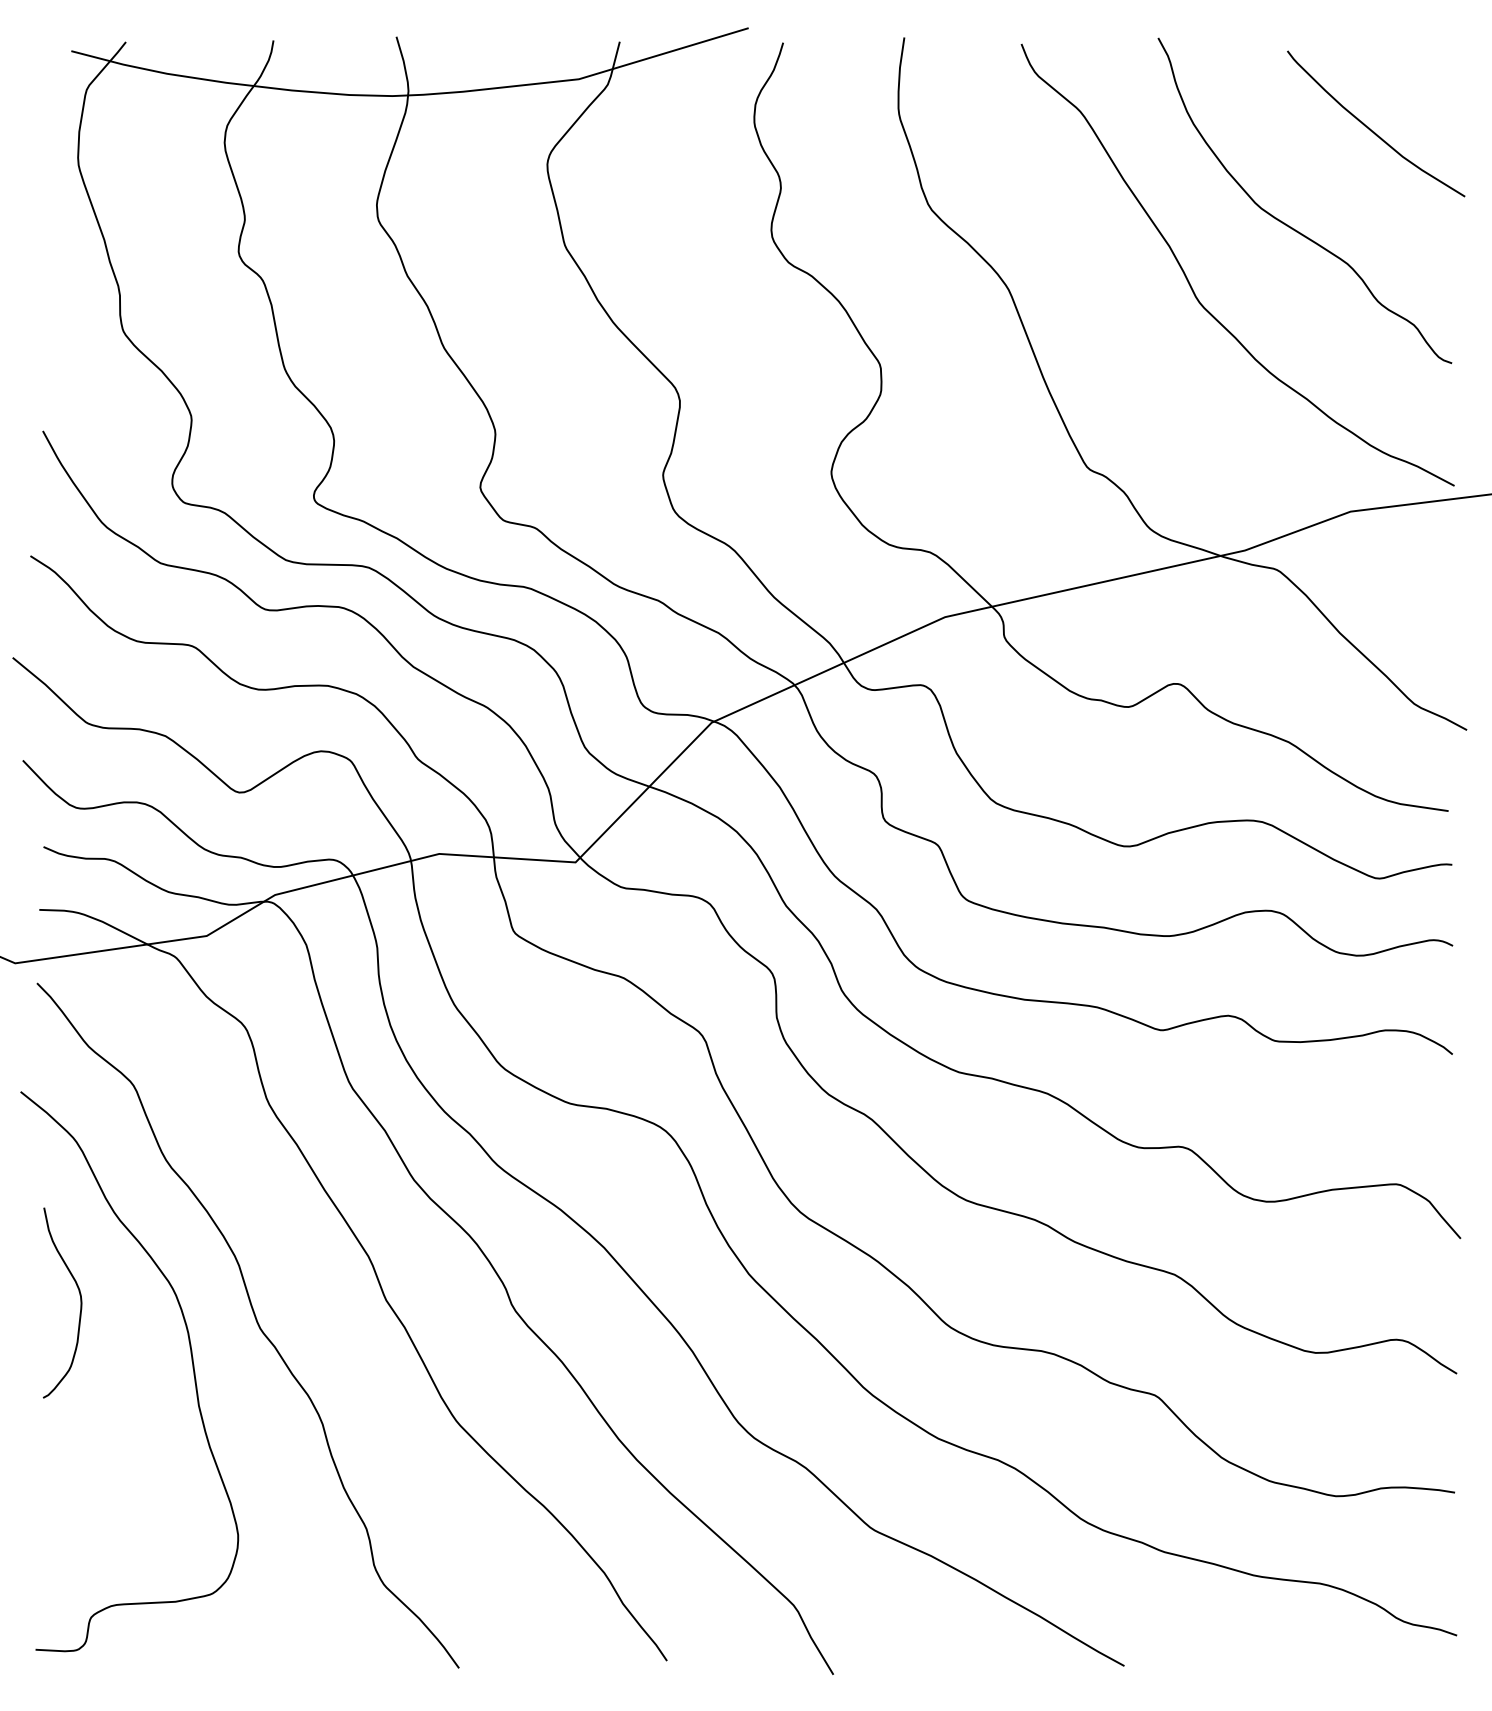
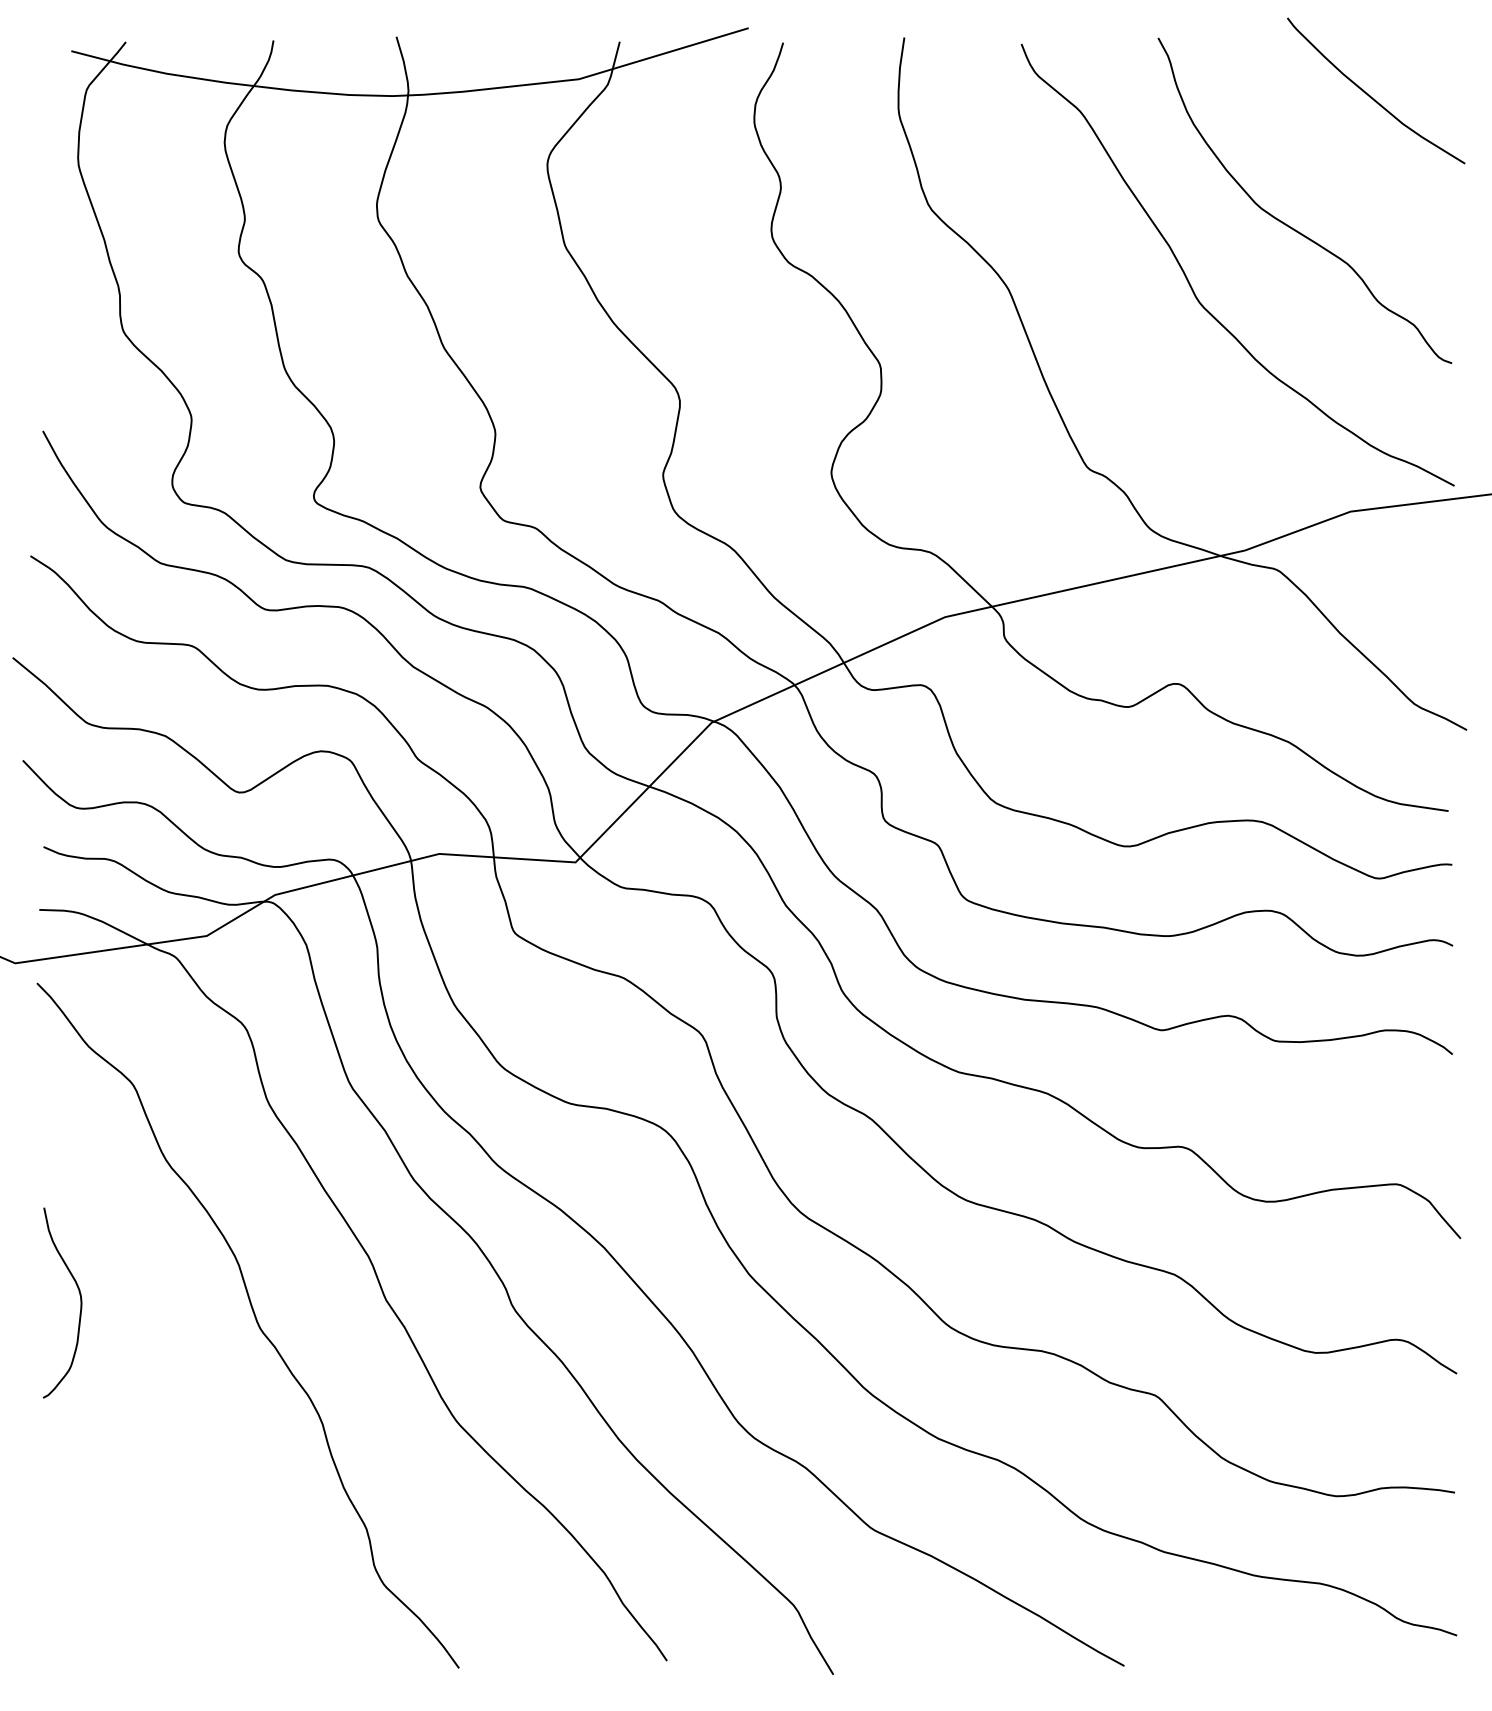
curve at (1370, 128) position: (1370, 128) -> (1370, 95)
curve at (191, 1361): present -> none
